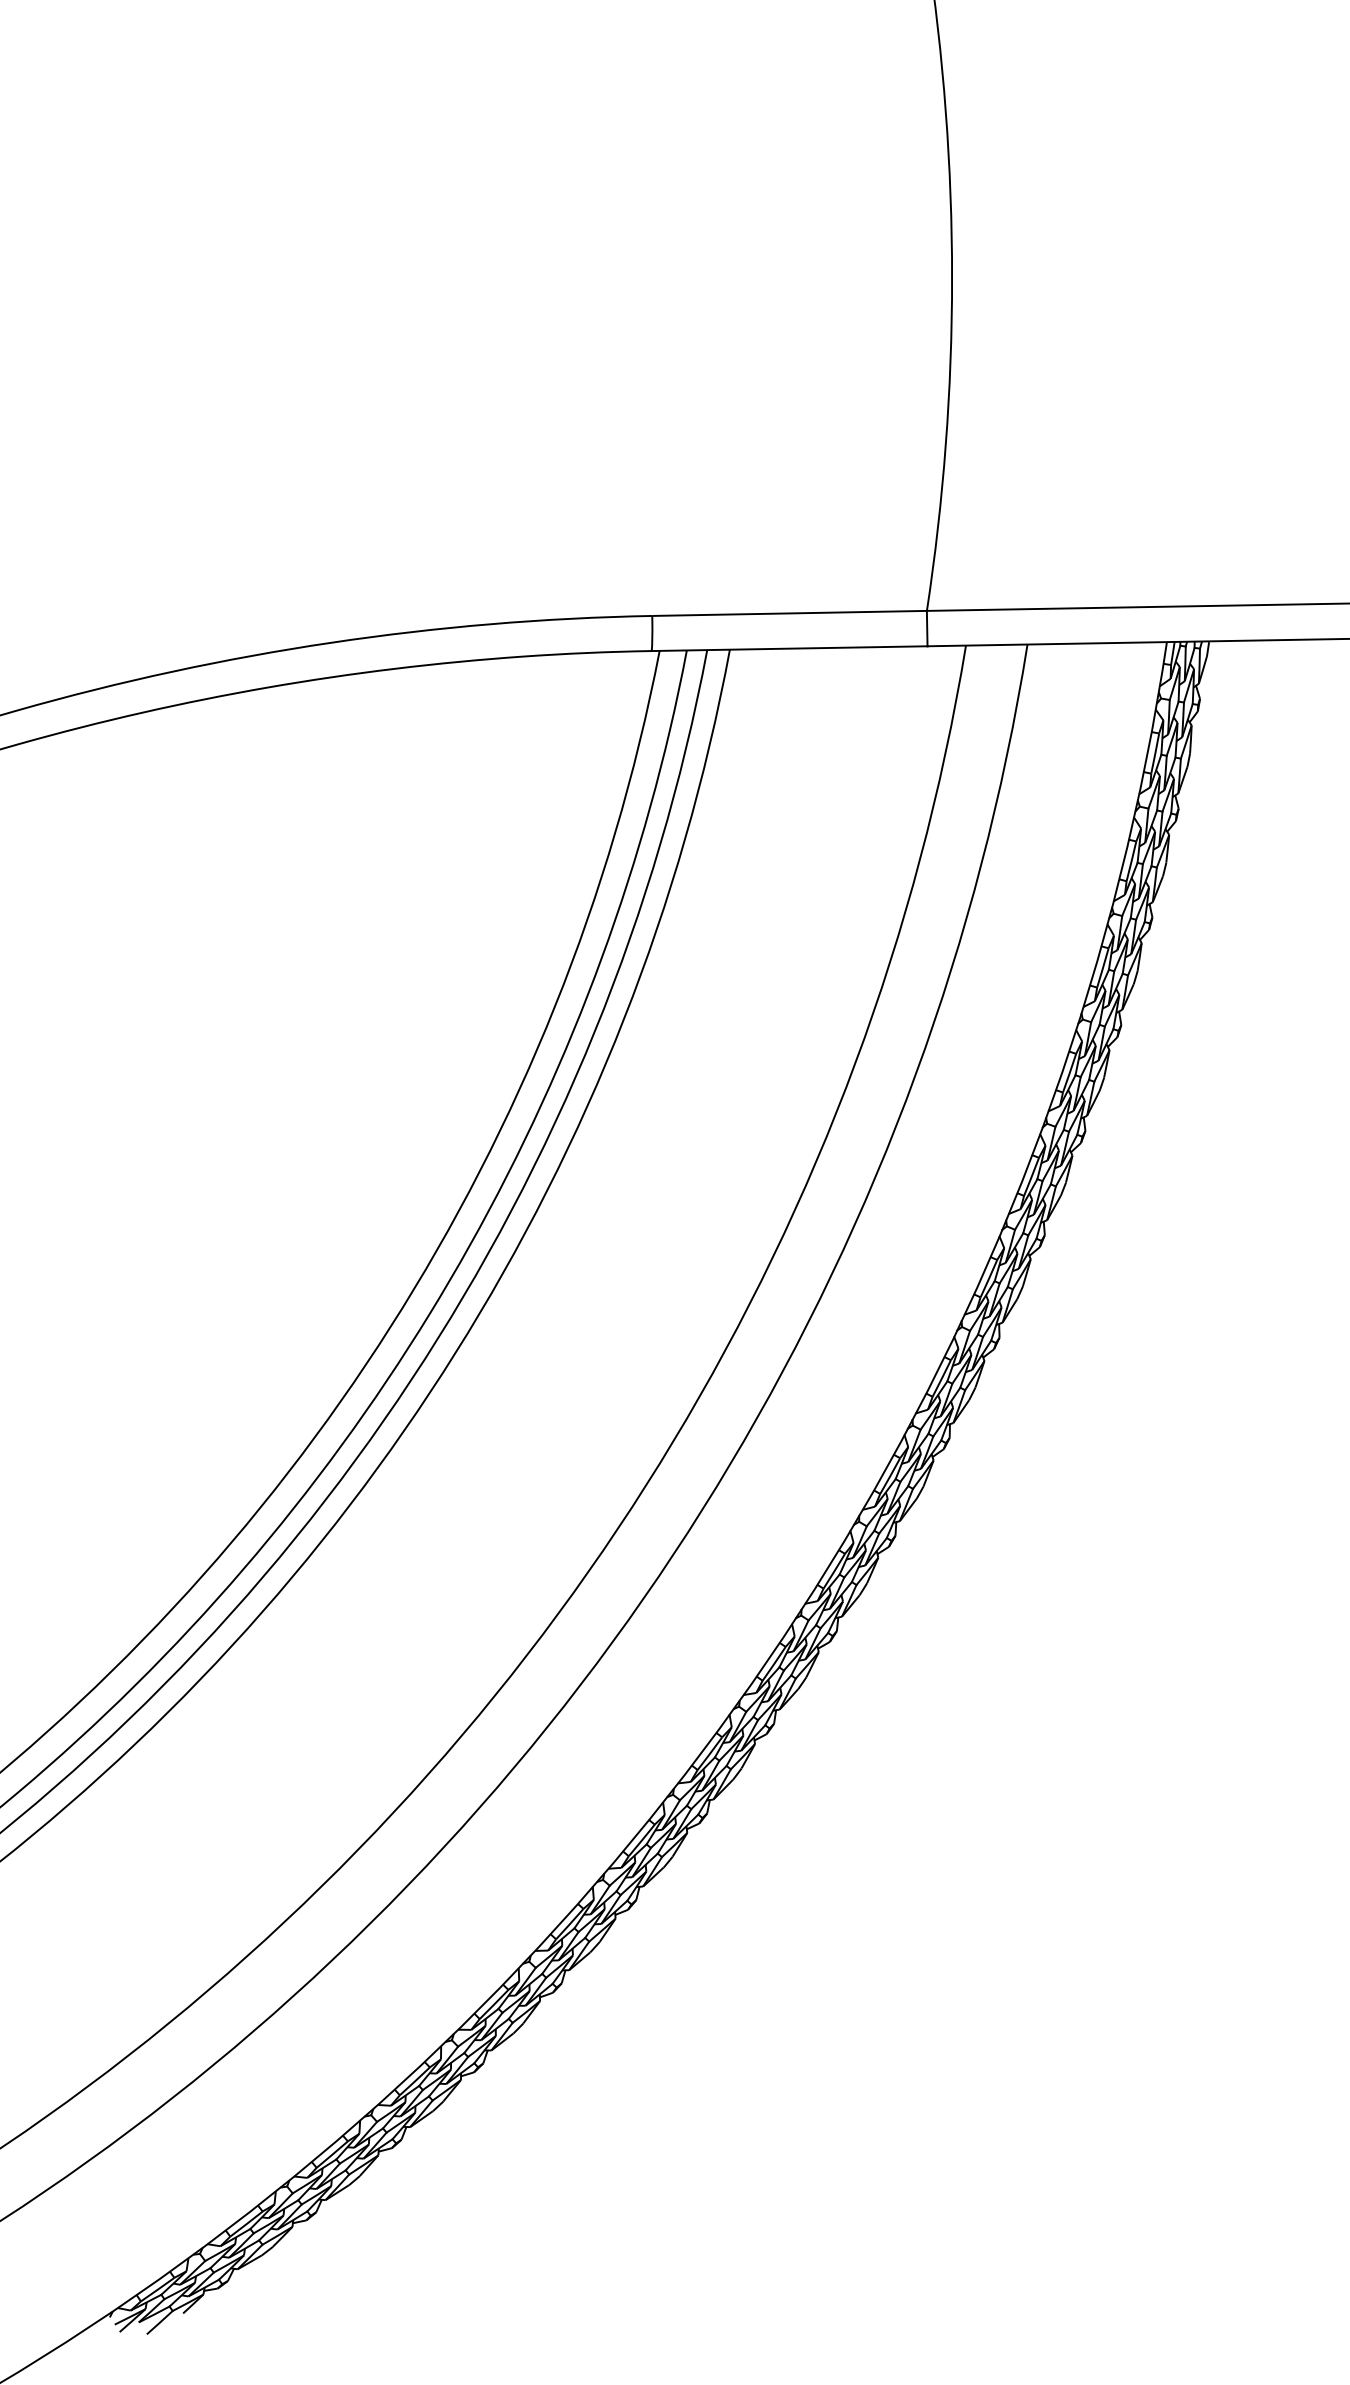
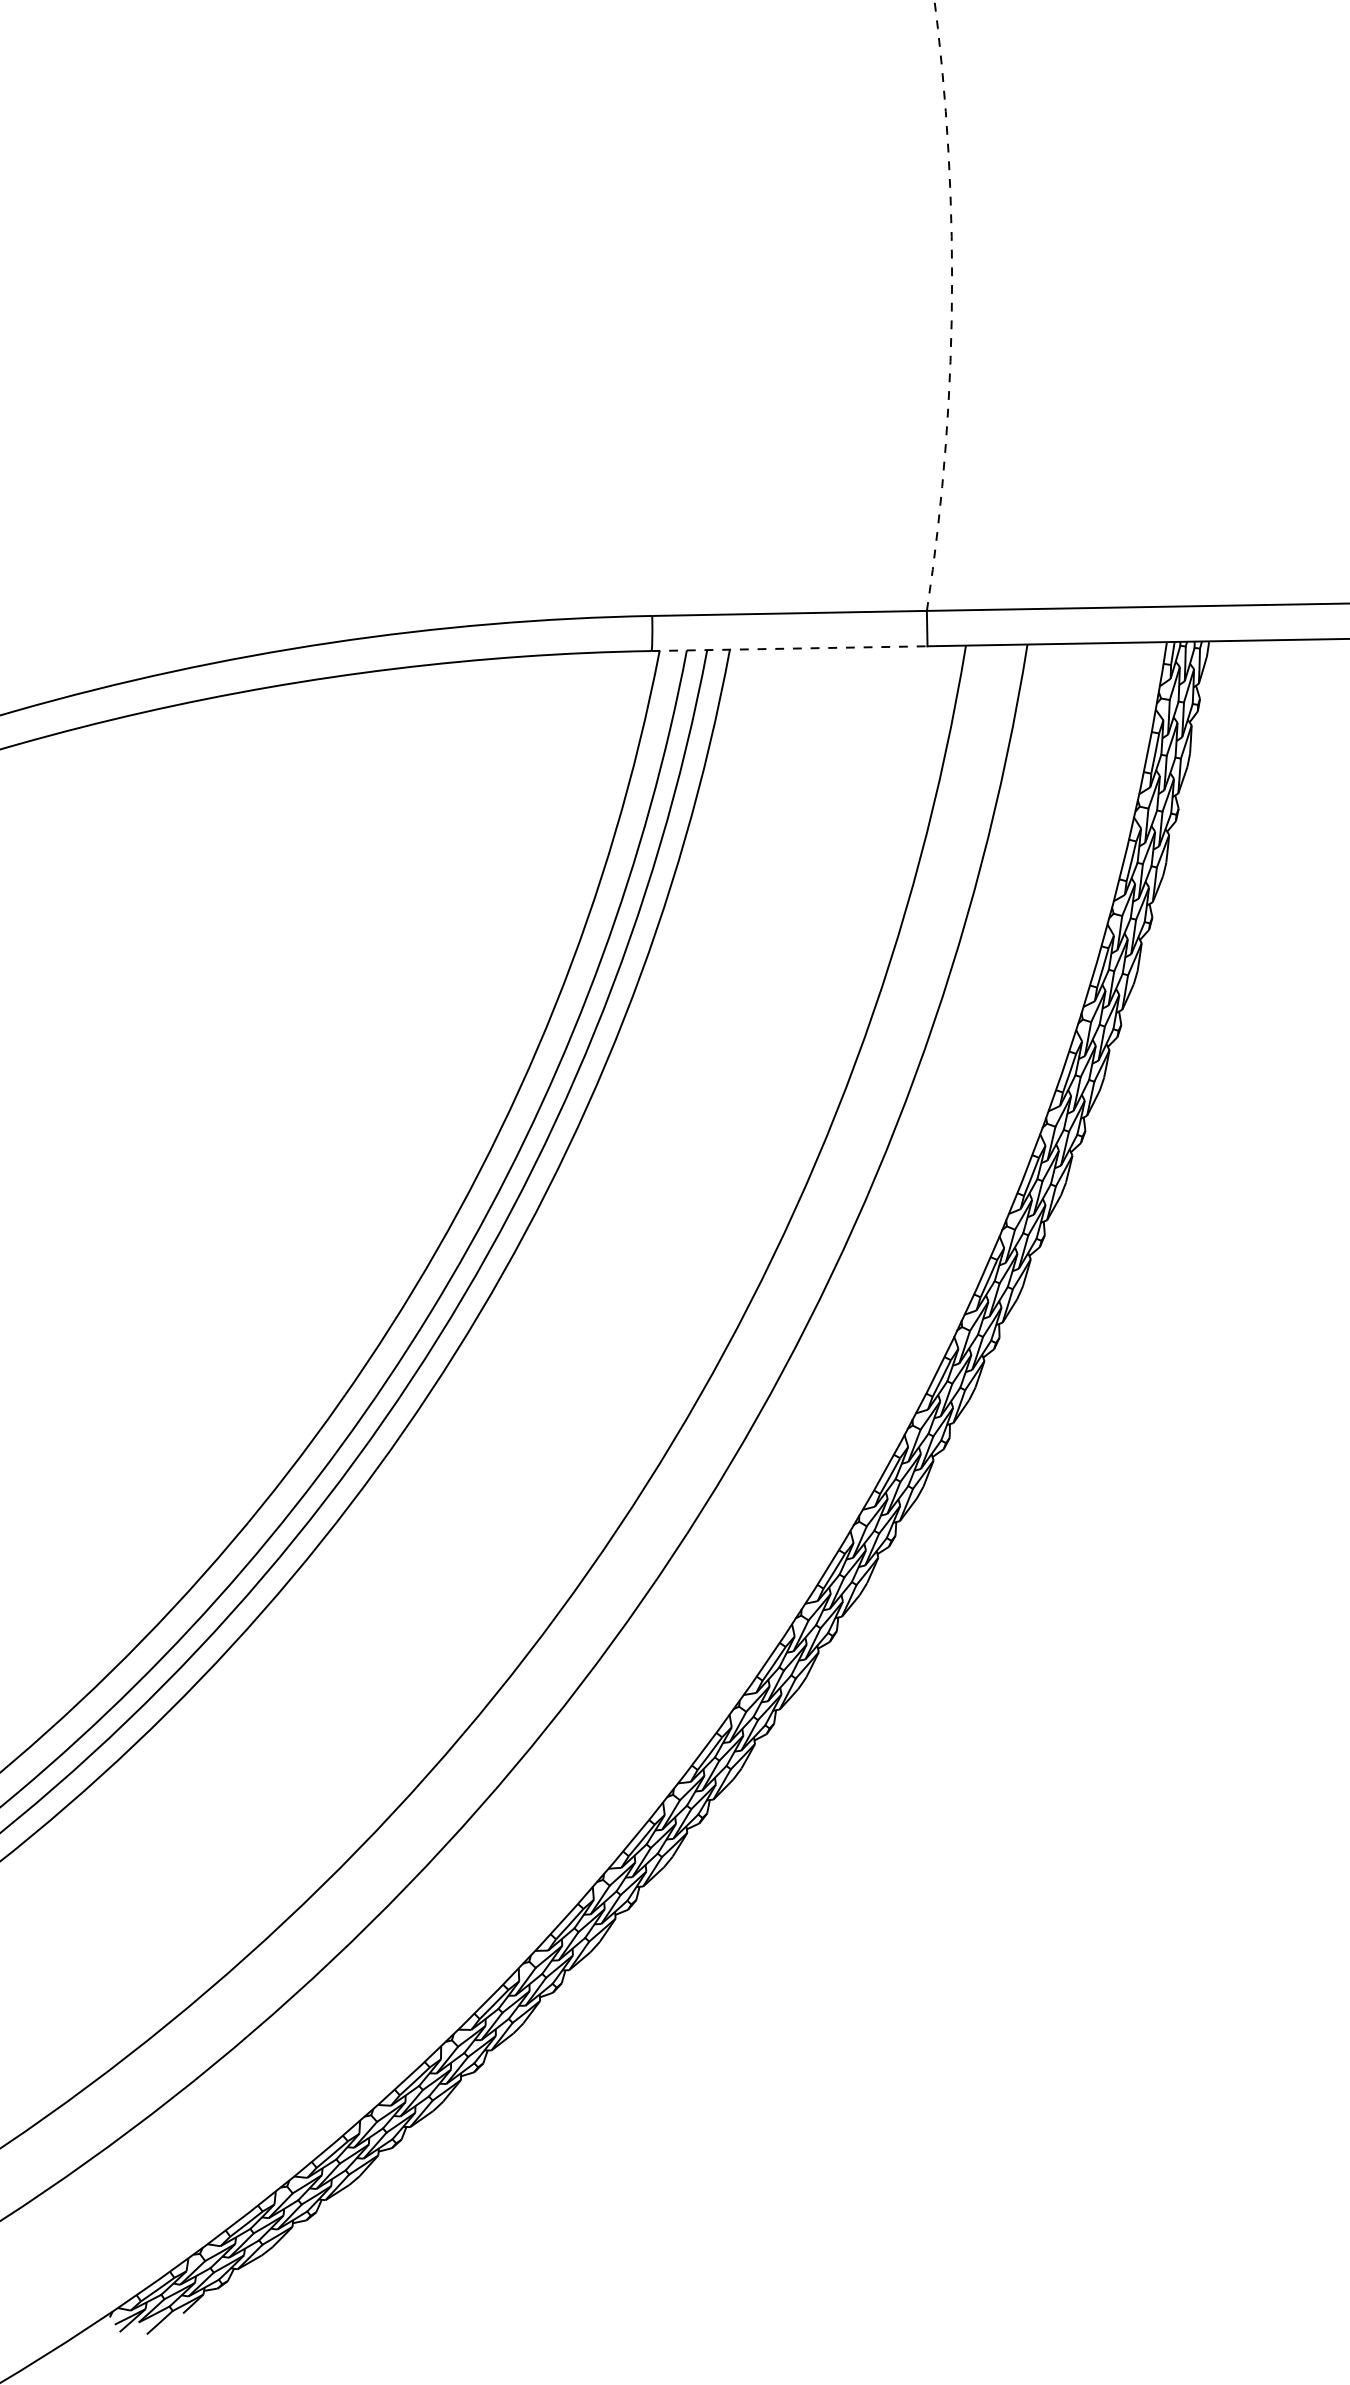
arc at (951, 306): solid -> dashed
line at (790, 648): solid -> dashed
